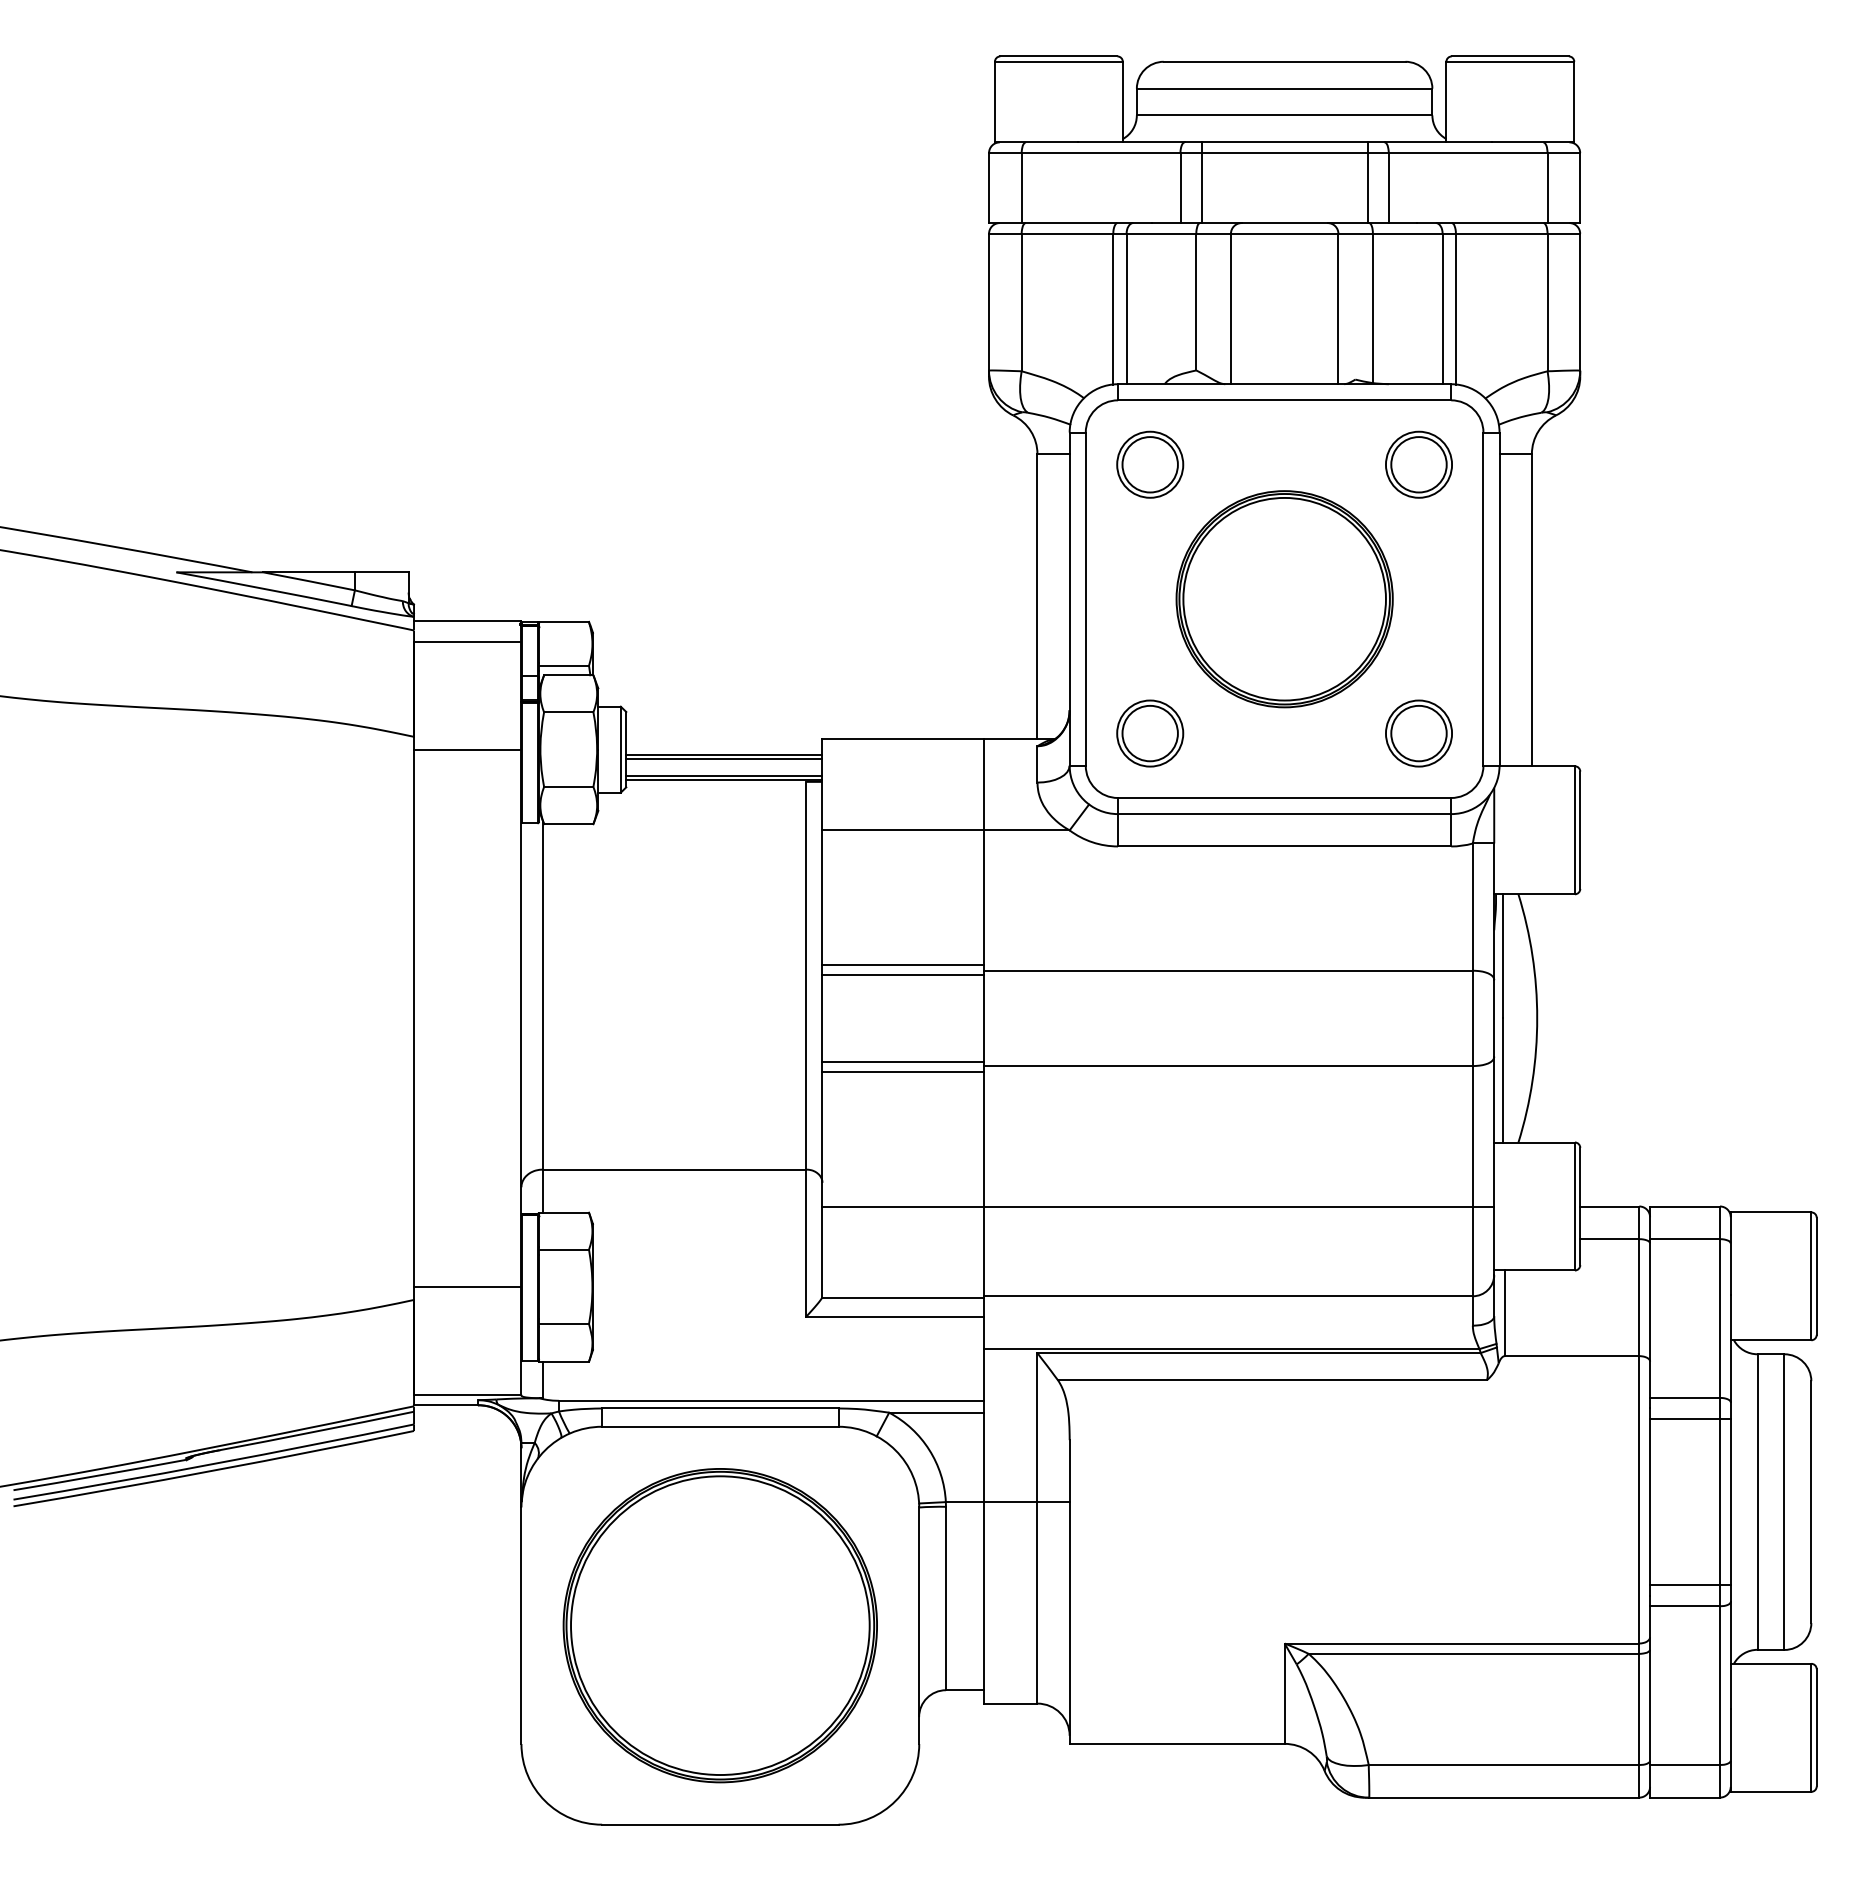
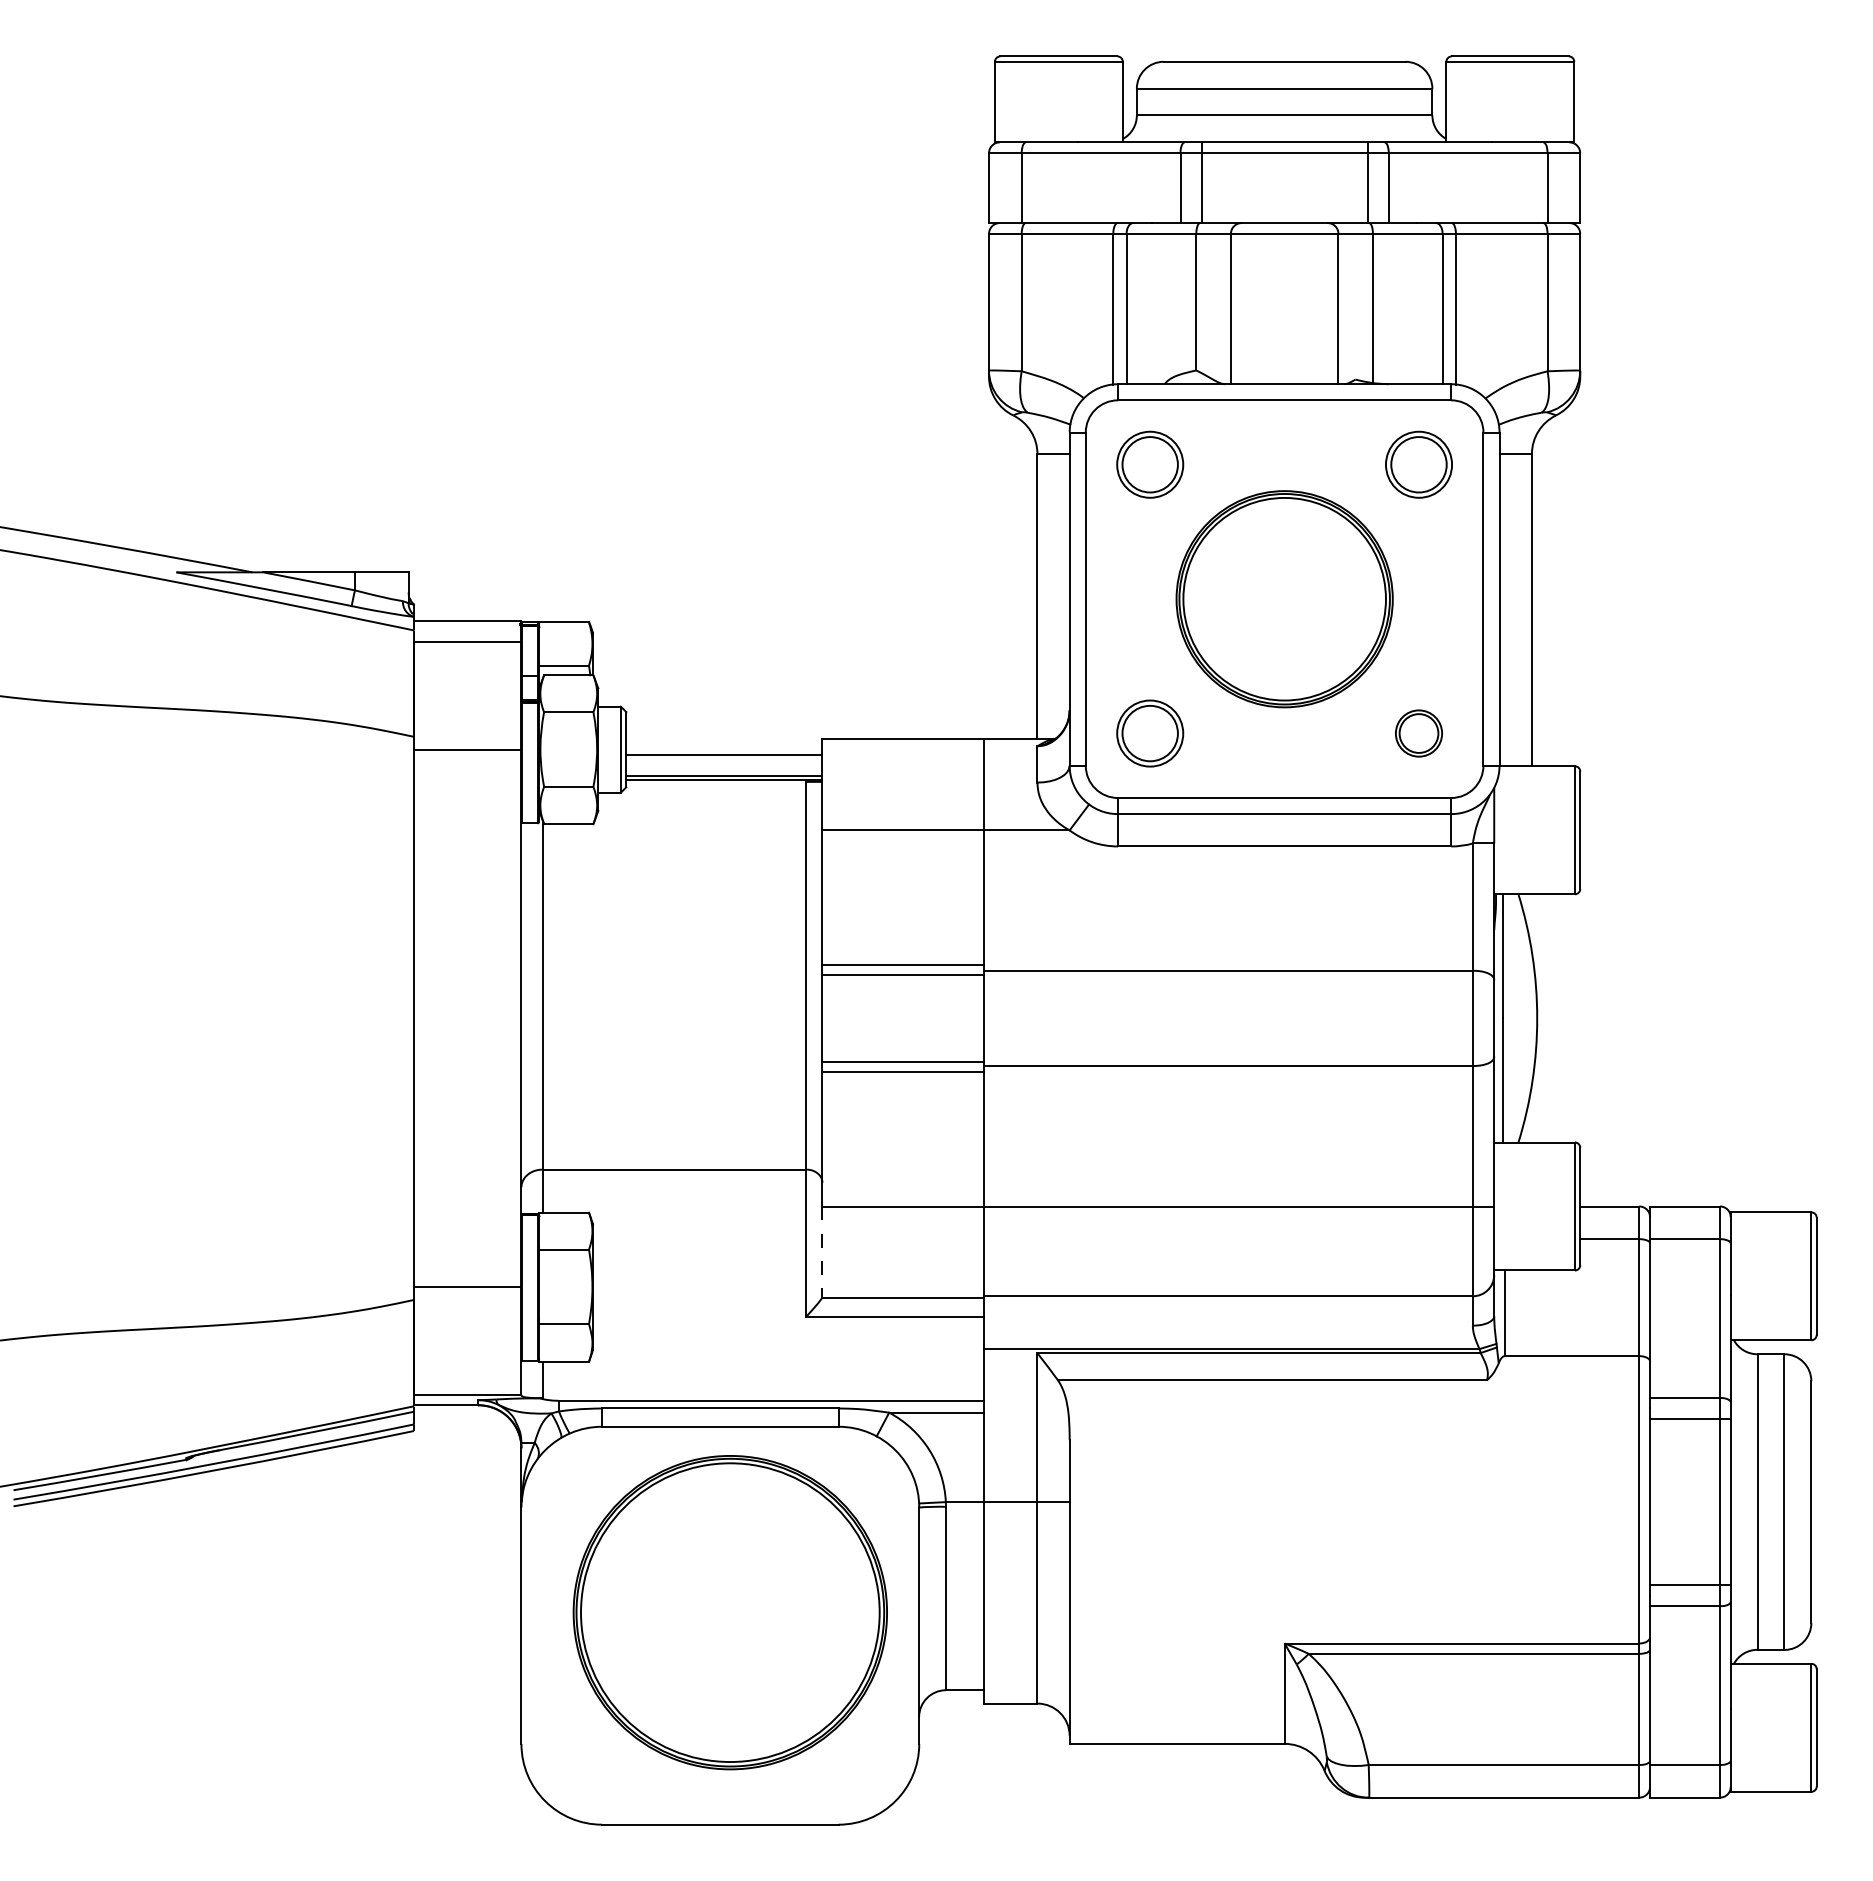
part at (1418, 733) size: 68x69 px -> 48x49 px
line at (724, 758): present -> none
line at (822, 1252): solid -> dashed
part at (719, 1625) position: (719, 1625) -> (729, 1612)
